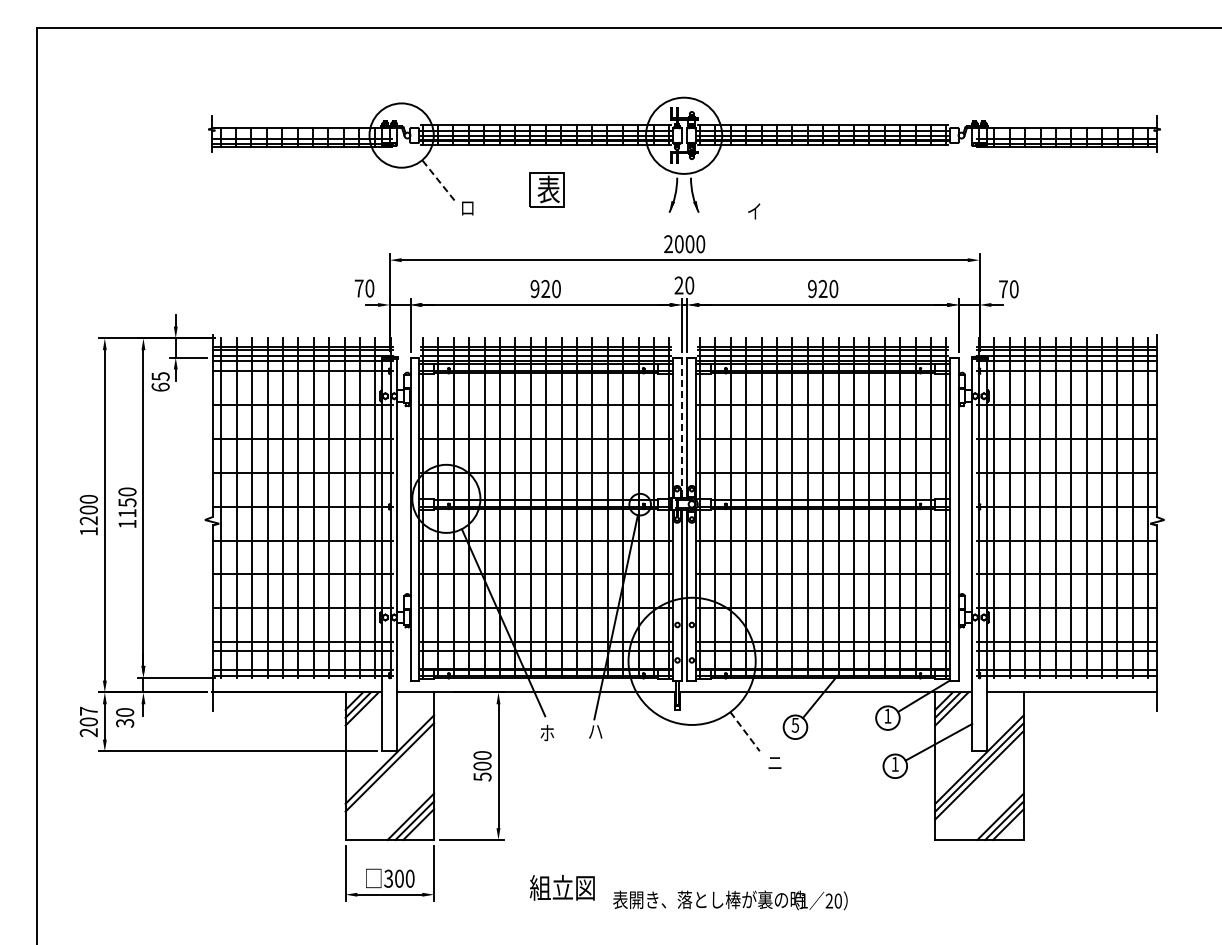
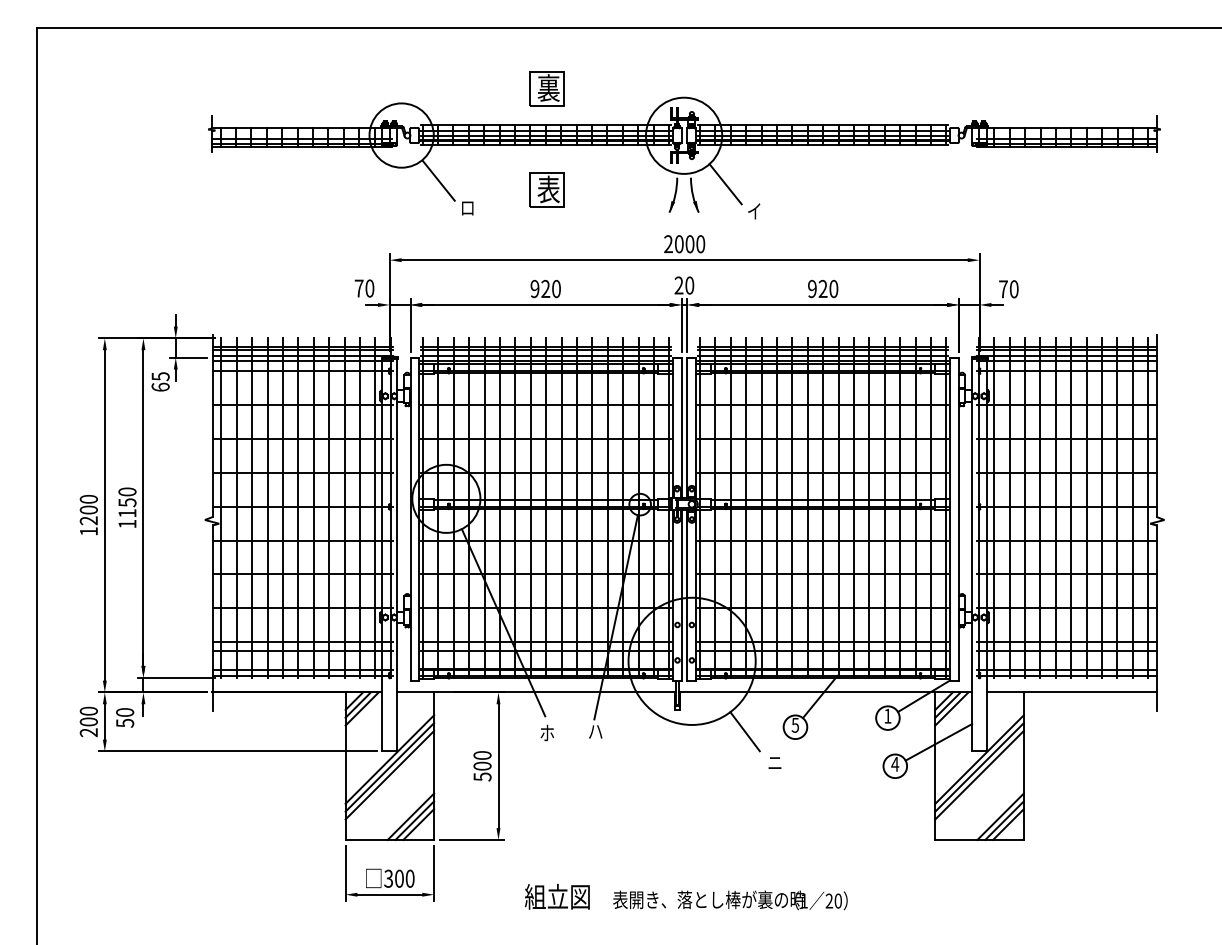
part at (546, 88): none -> present
line at (438, 180): dashed -> solid
line at (725, 184): none -> present
line at (681, 428): dashed -> solid
text at (88, 710): 207 -> 200
text at (124, 723): 30 -> 50
line at (745, 732): dashed -> solid
text at (895, 764): 1 -> 4
line at (389, 774): none -> present
text at (561, 887) position: (561, 887) -> (556, 896)
